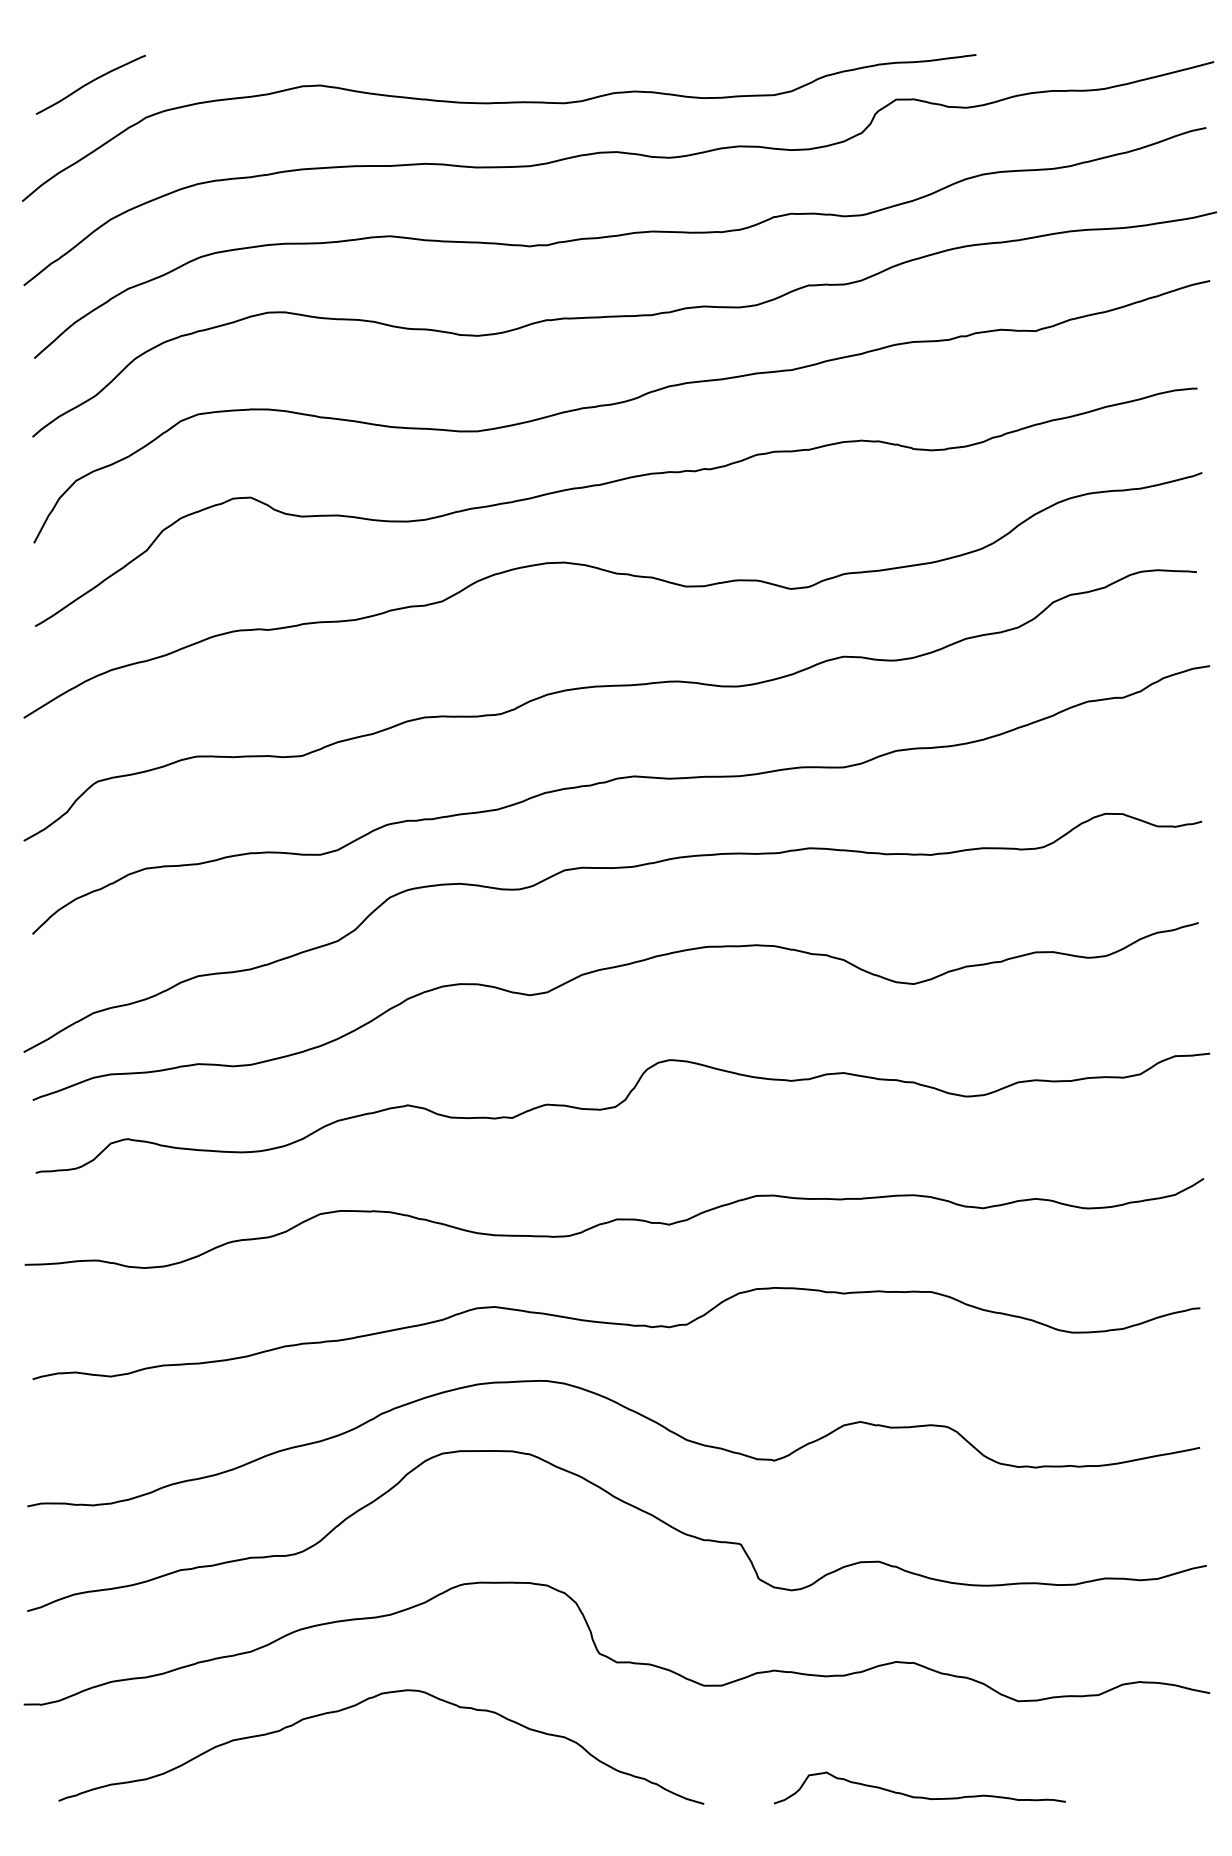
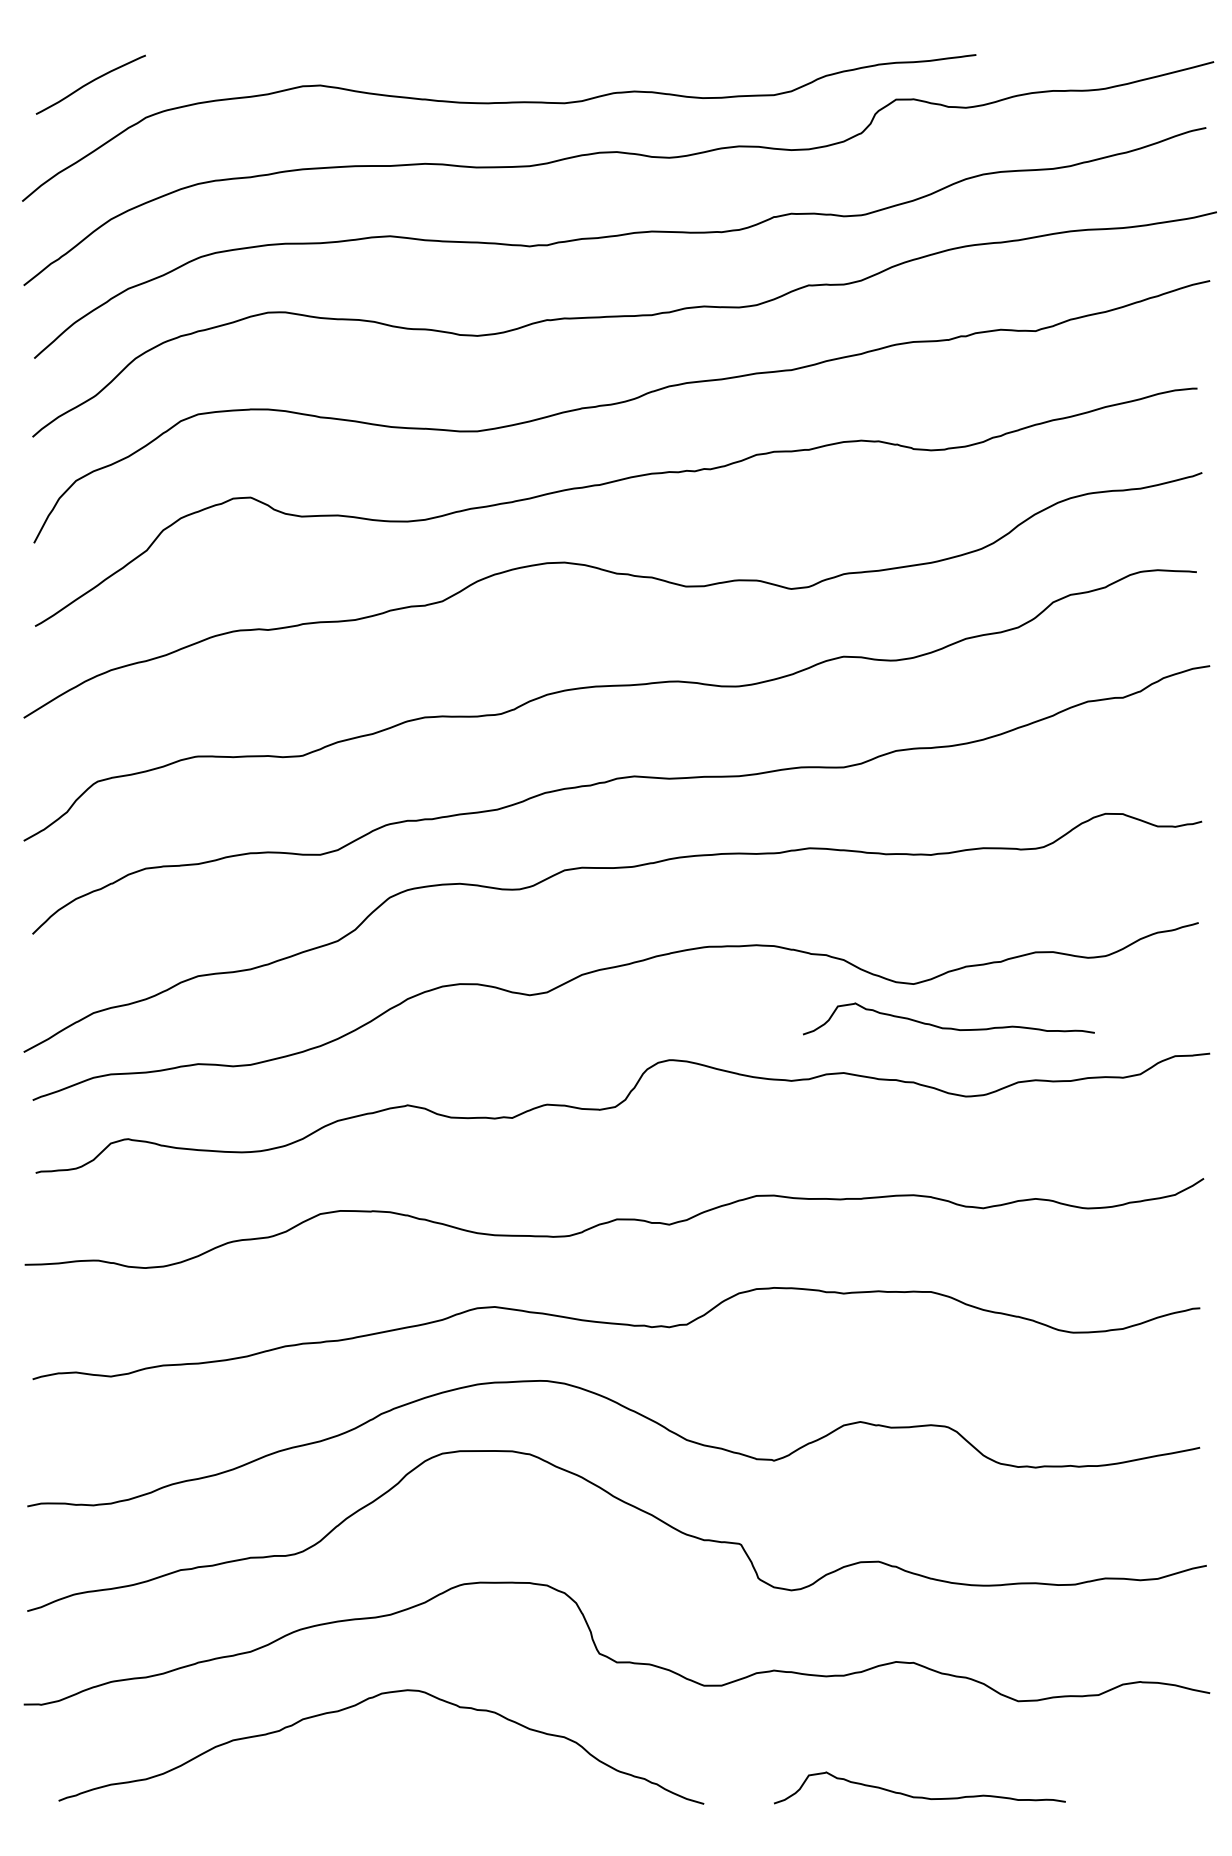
curve at (948, 1027): none -> present
